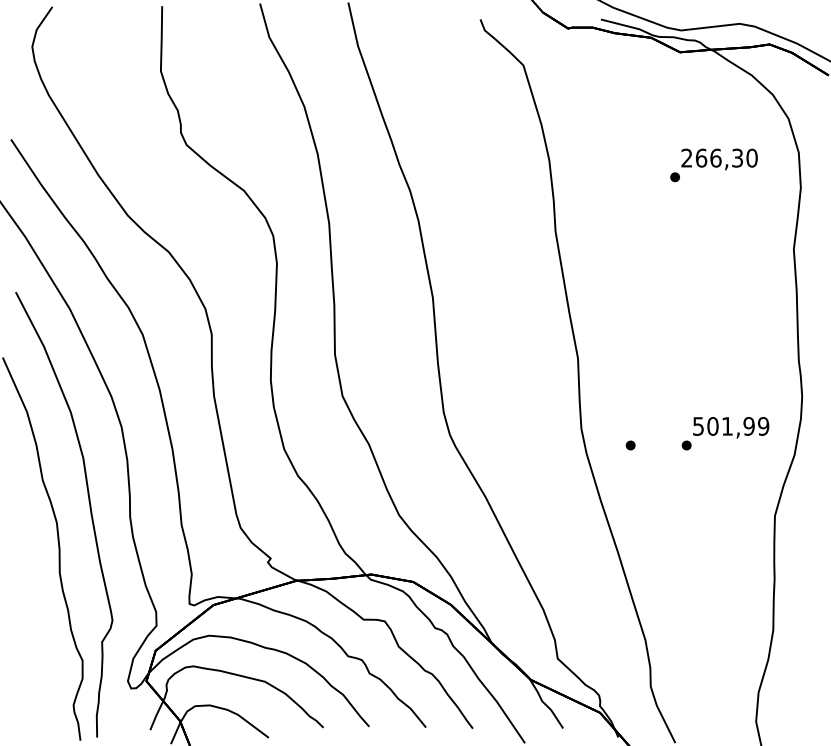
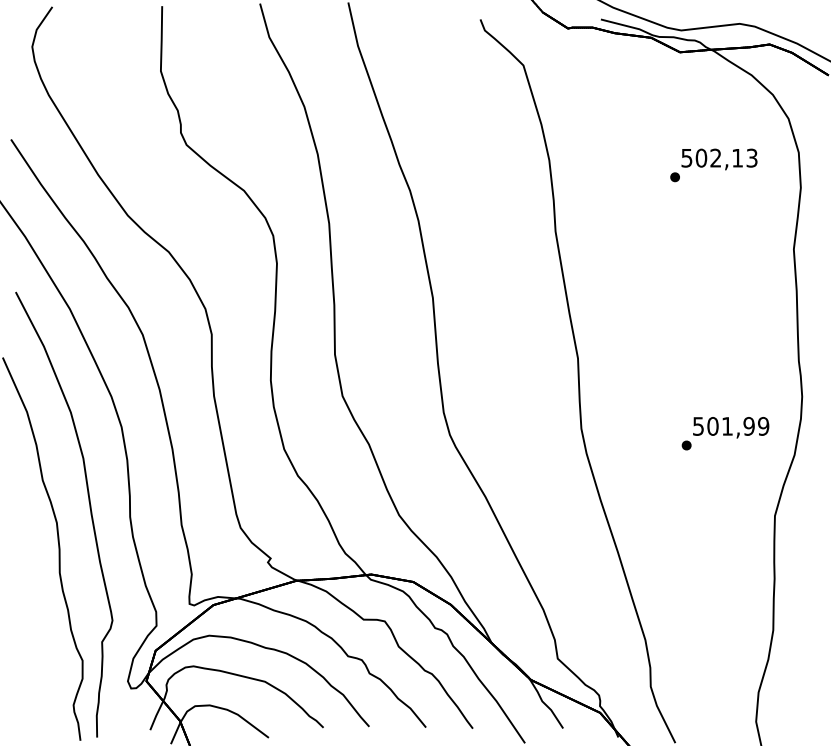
text at (719, 157): 266,30 -> 502,13
part at (630, 445): present -> none
